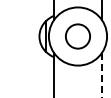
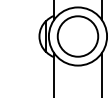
circle at (77, 36) diameter: 24 px -> 40 px
line at (102, 75): dashed -> solid
